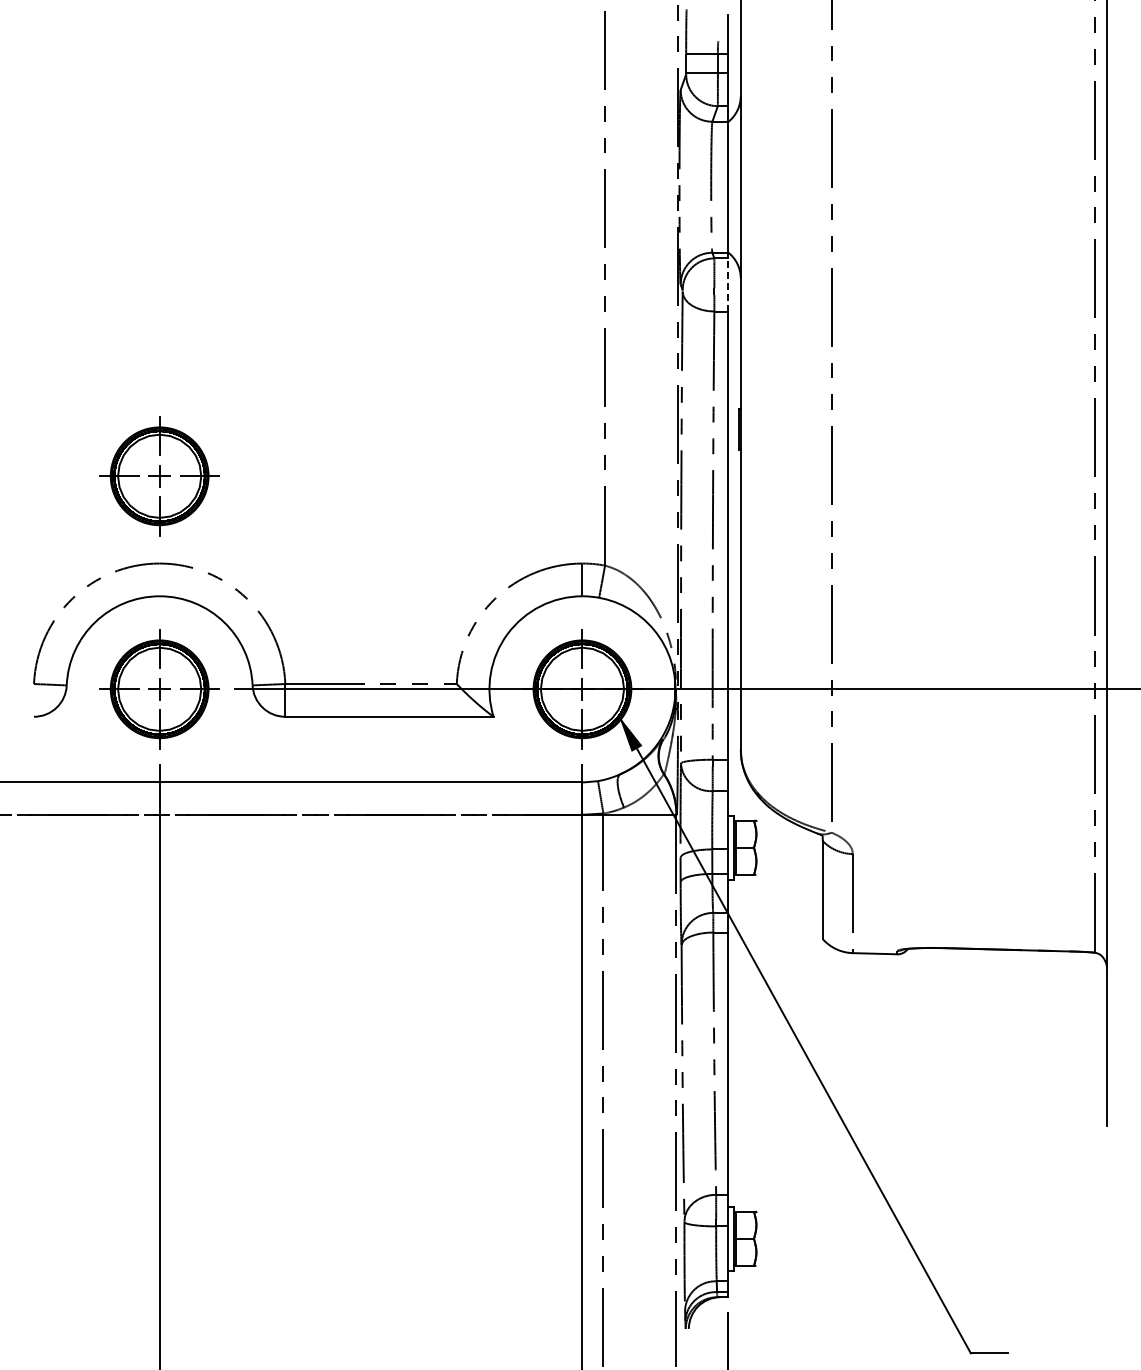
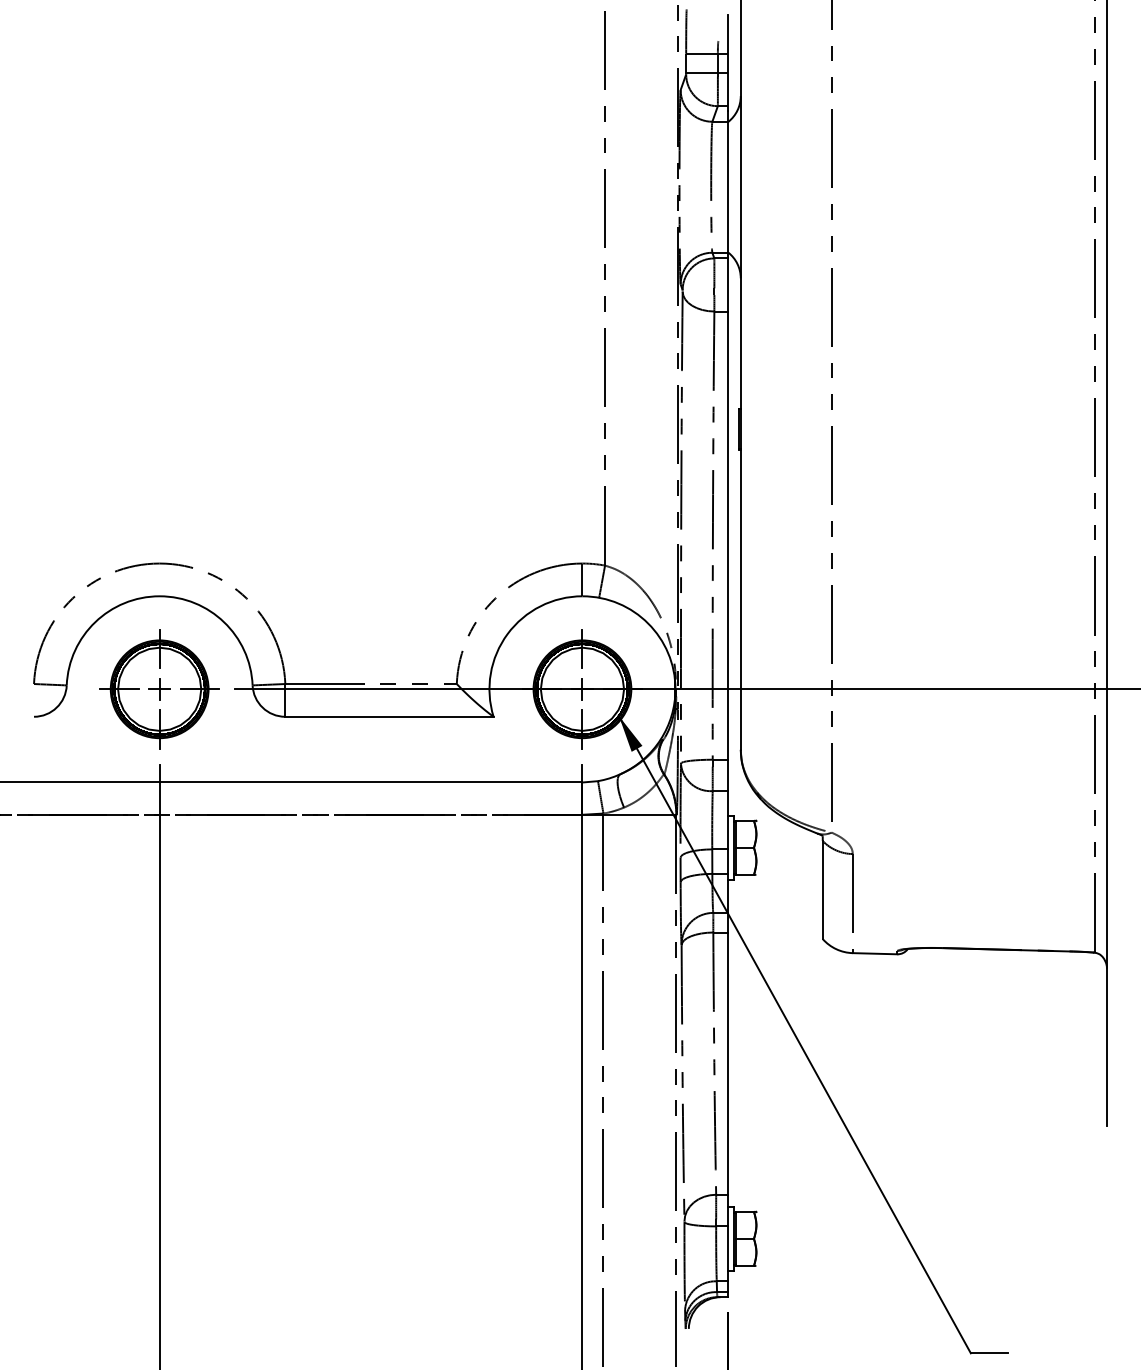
line at (728, 284): dashed -> solid
part at (159, 476): present -> none
